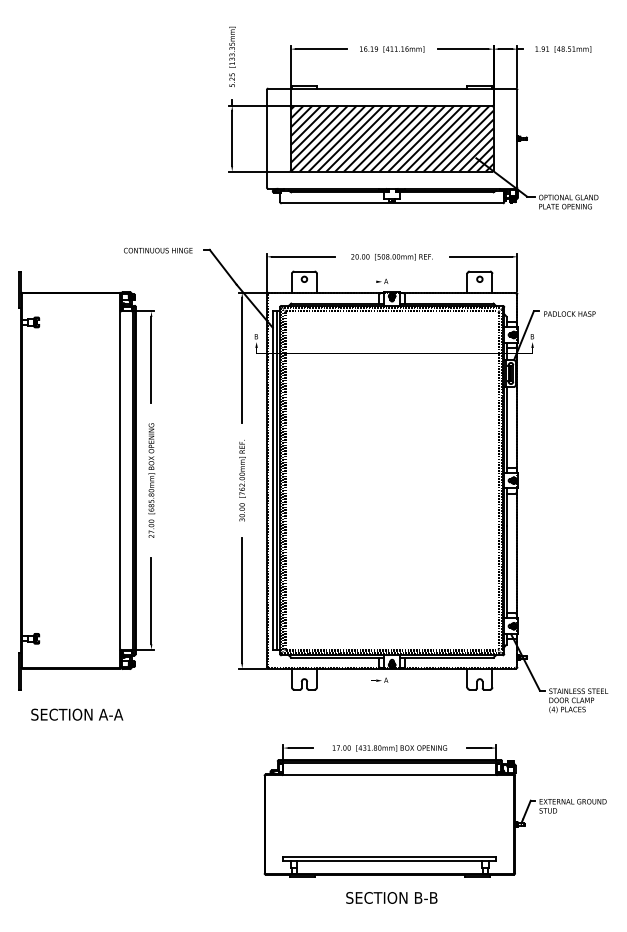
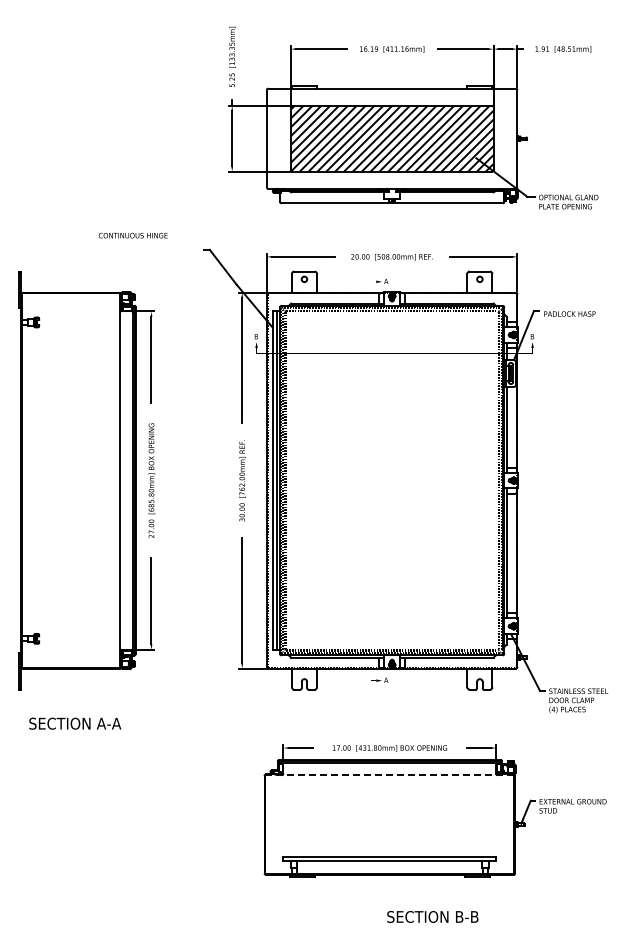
text at (158, 250) position: (158, 250) -> (133, 235)
text at (77, 714) position: (77, 714) -> (75, 723)
line at (389, 775): solid -> dashed
text at (391, 897) position: (391, 897) -> (432, 916)
